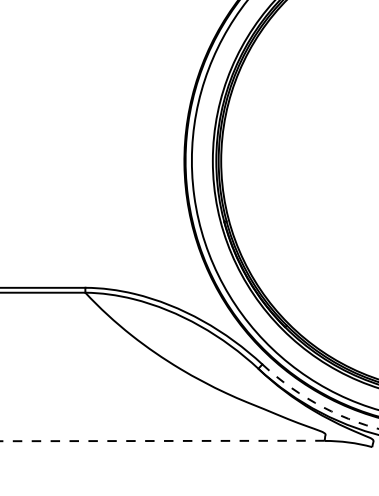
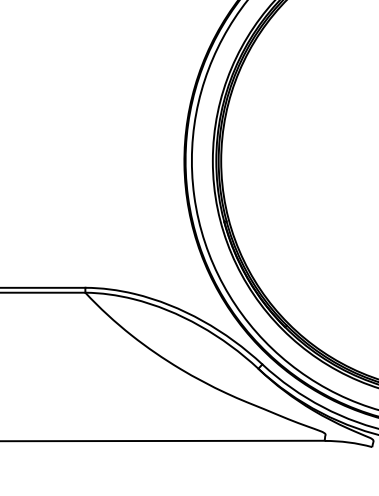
arc at (316, 403): dashed -> solid
line at (161, 440): dashed -> solid
